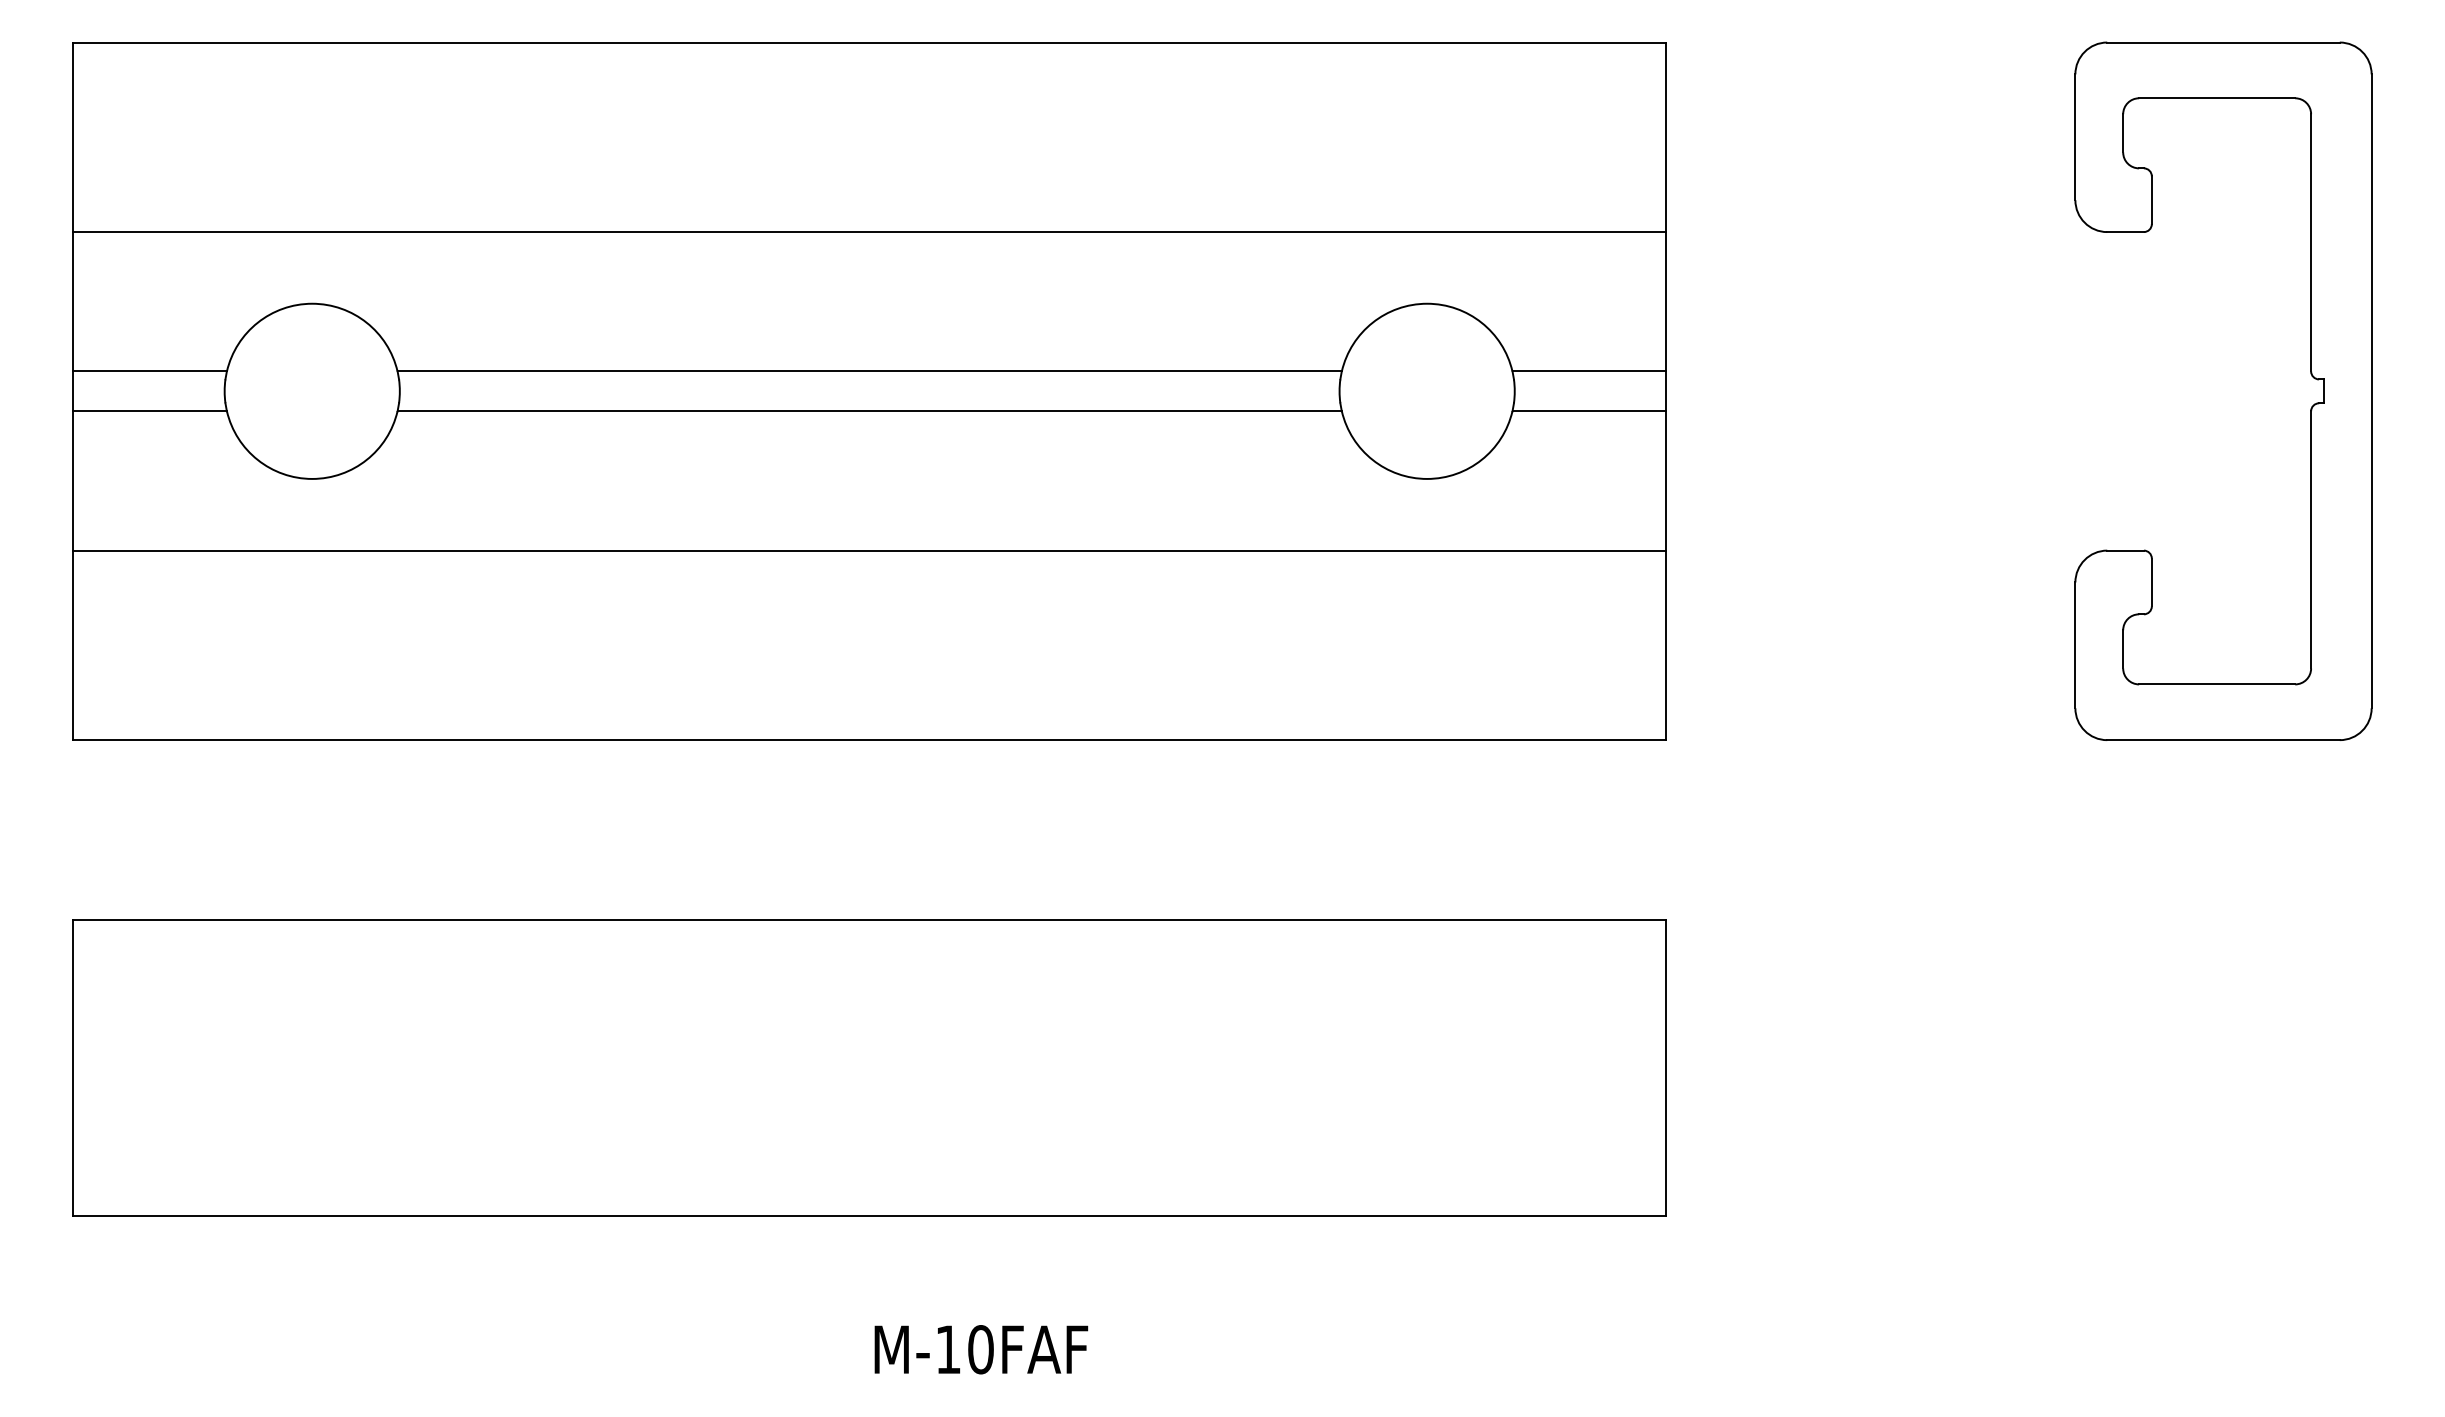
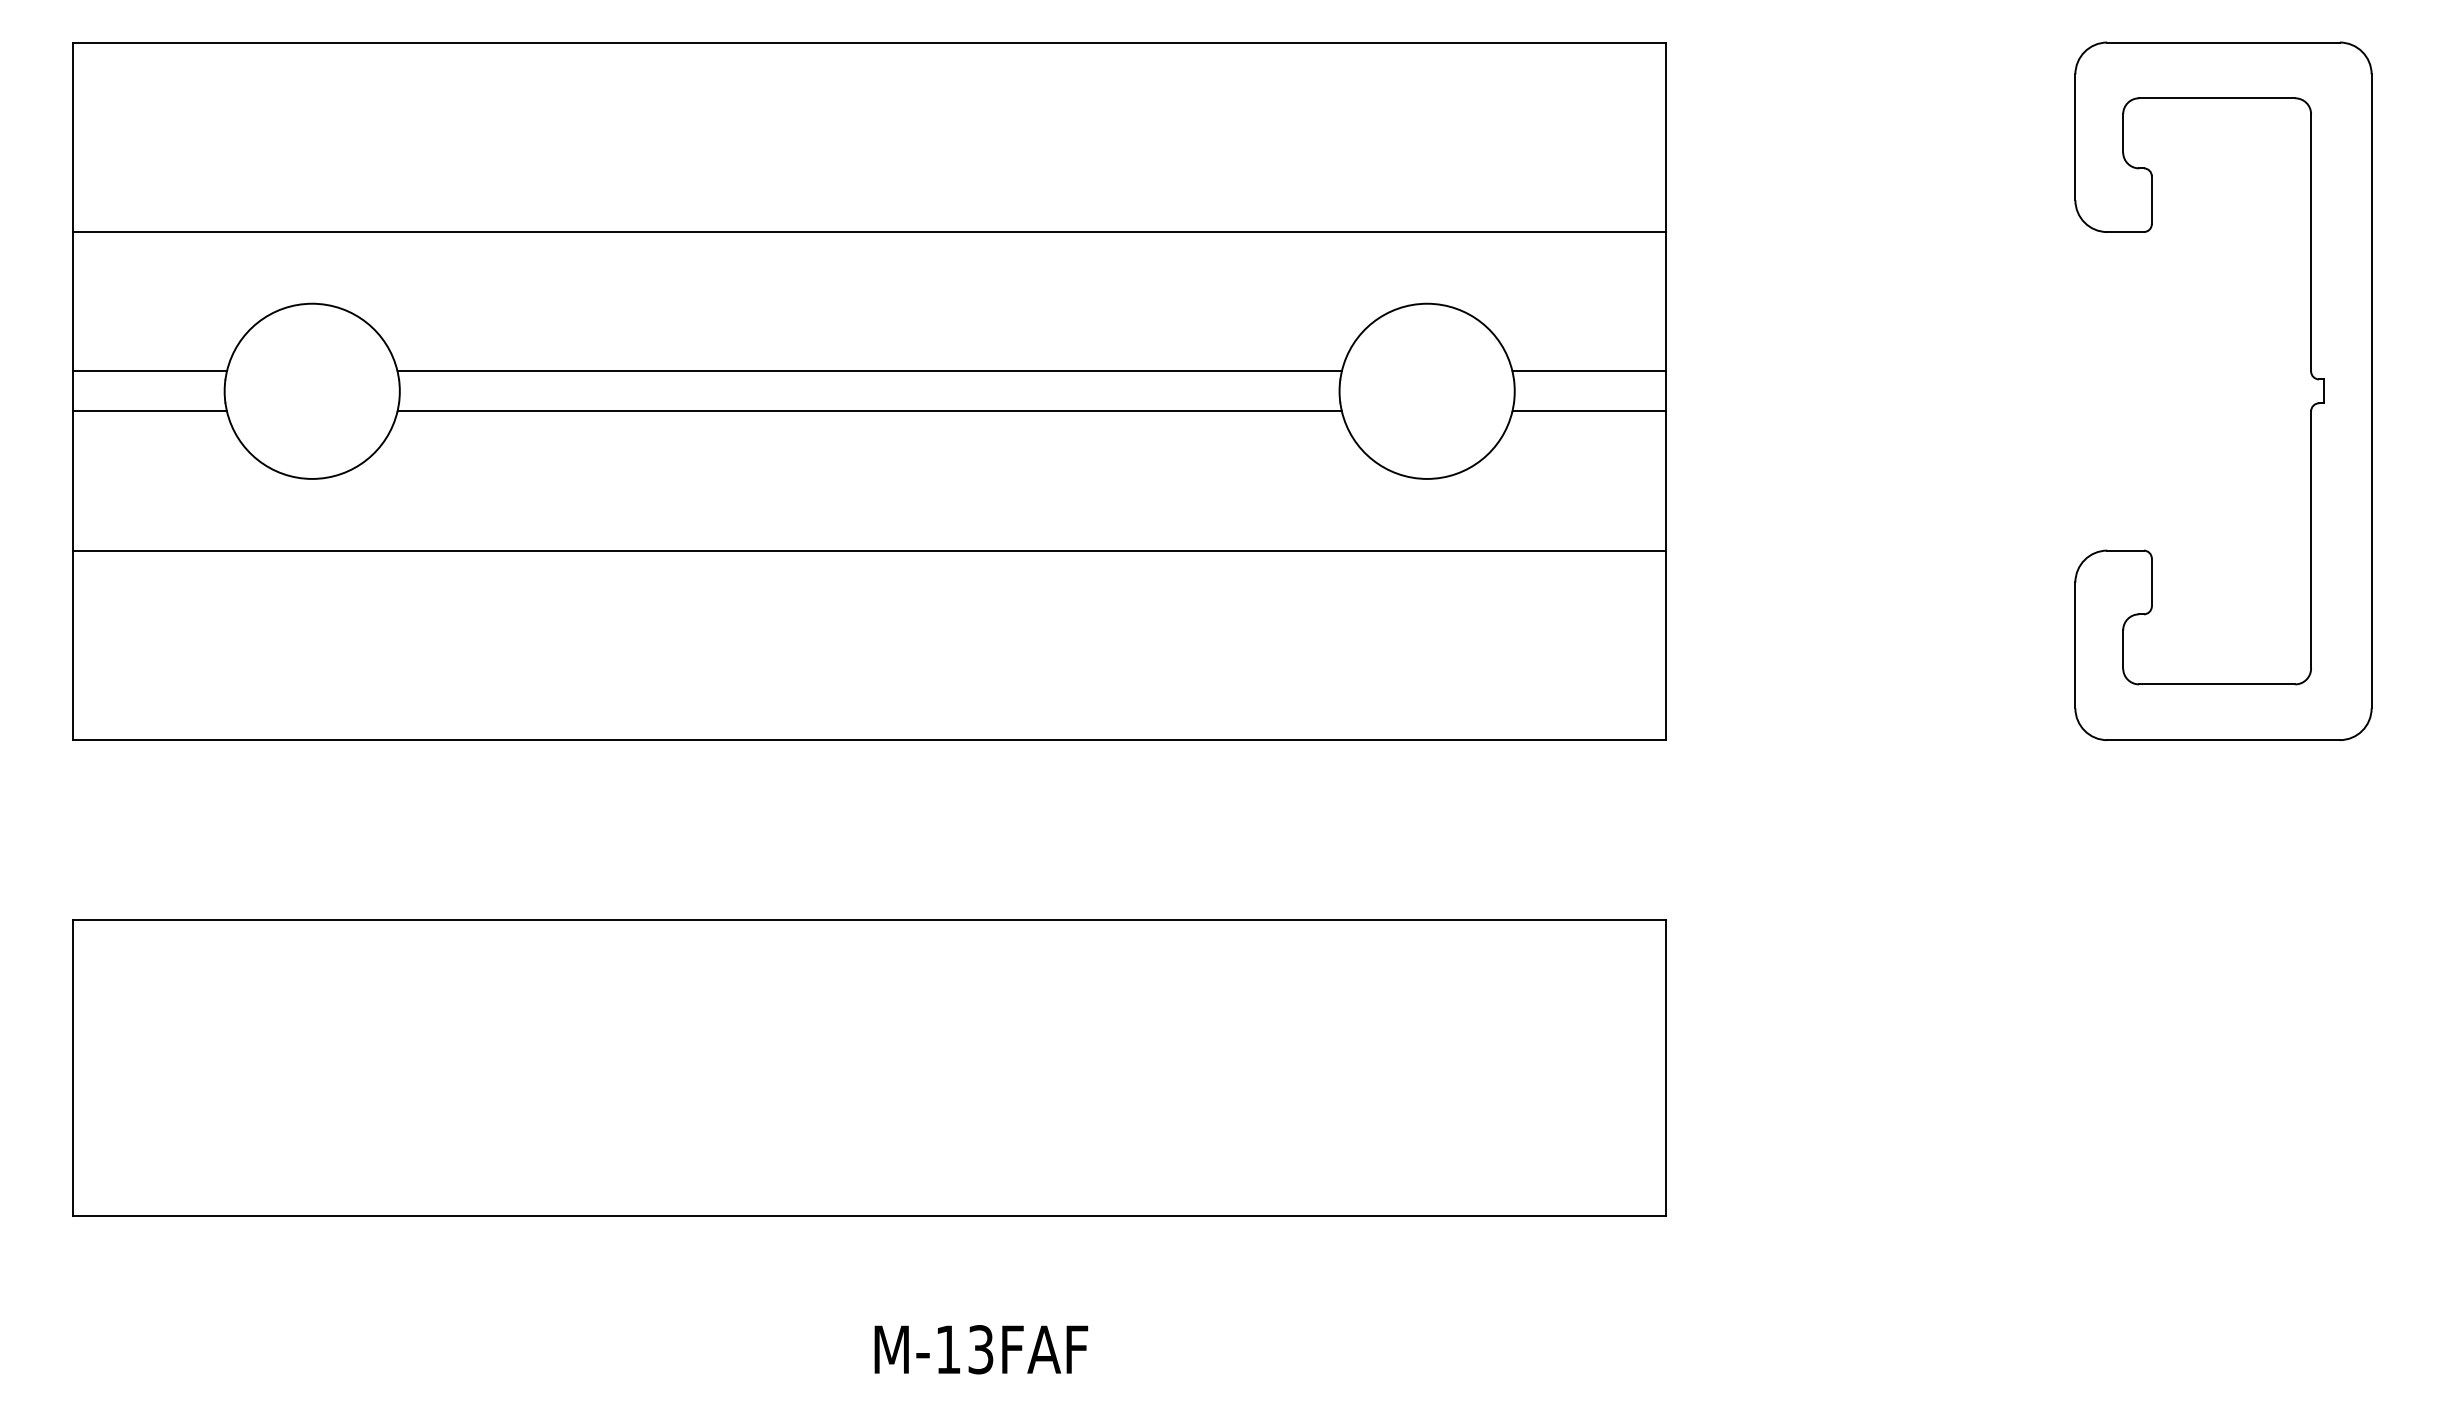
text at (980, 1349): M-10FAF -> M-13FAF
